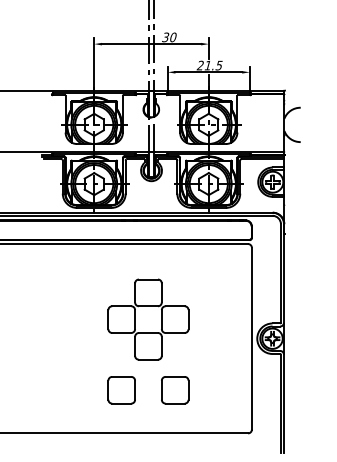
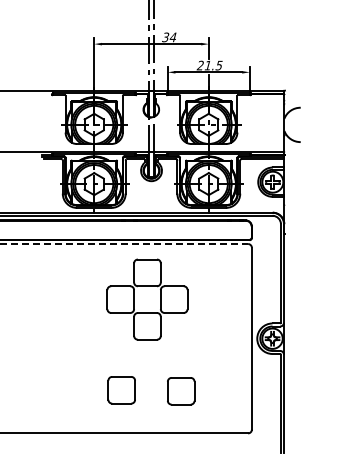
text at (172, 37): 30 -> 34
line at (124, 244): solid -> dashed
part at (148, 319) position: (148, 319) -> (147, 299)
part at (175, 390) position: (175, 390) -> (181, 391)
